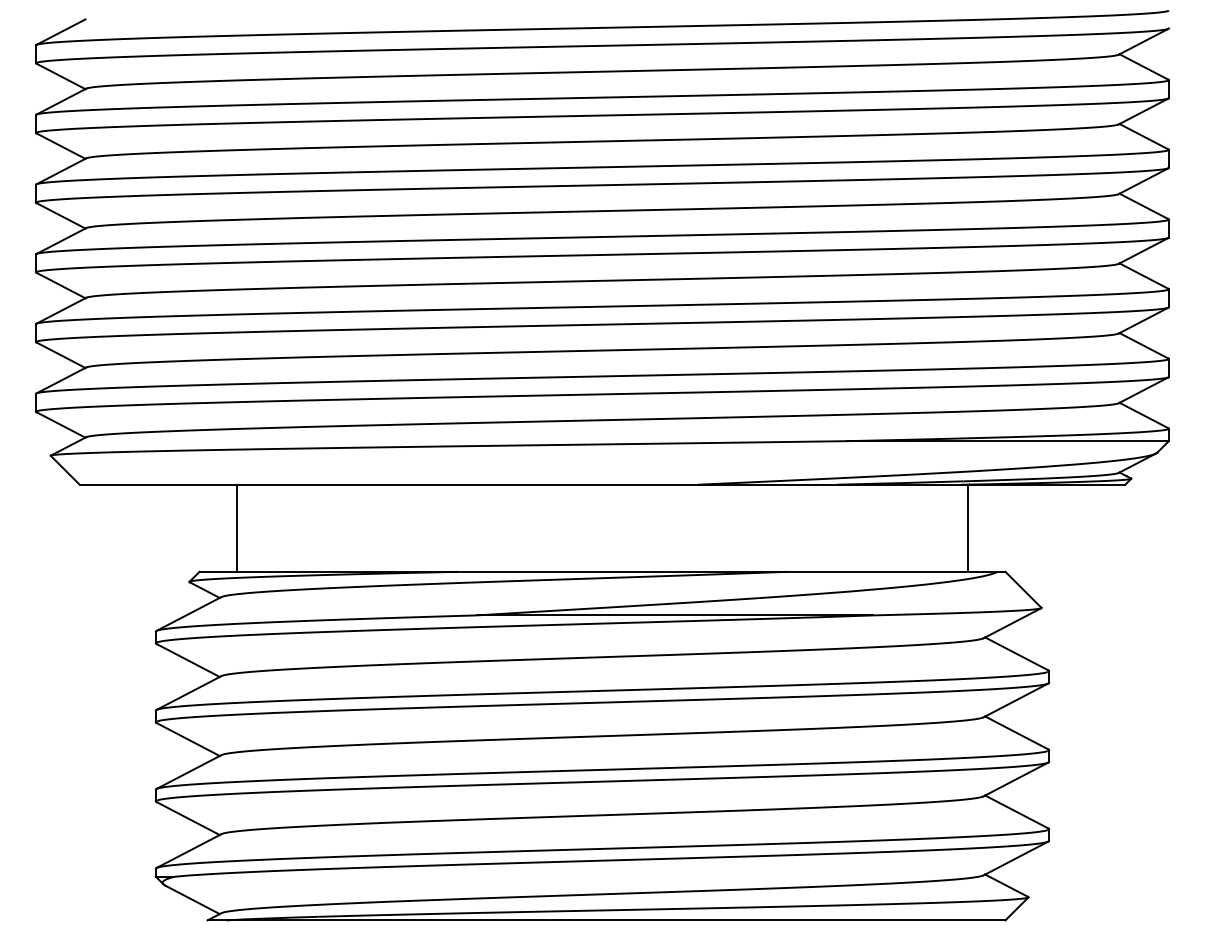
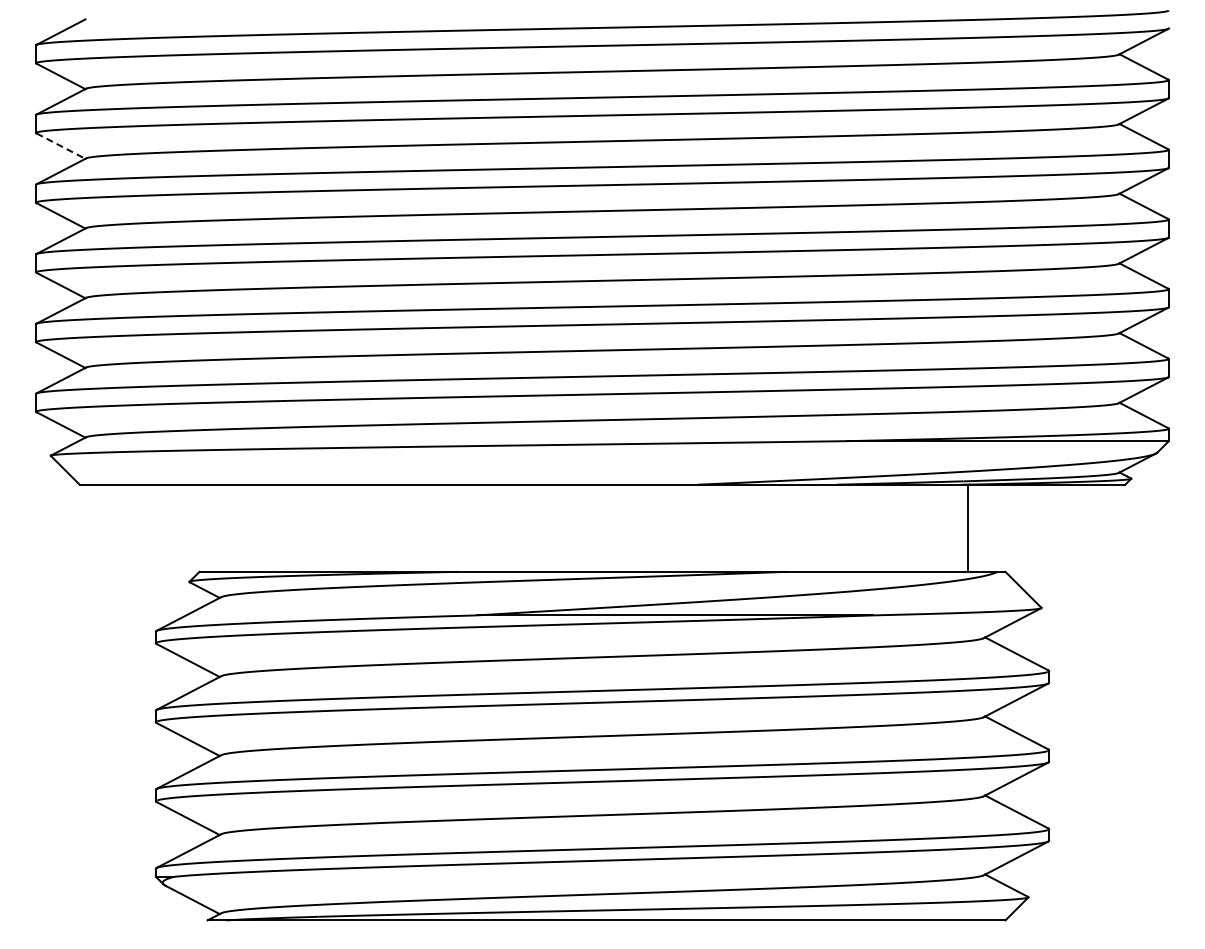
line at (60, 146): solid -> dashed
line at (236, 527): present -> none
